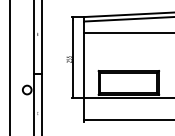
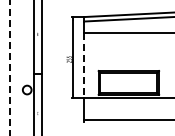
line at (84, 65): solid -> dashed
line at (9, 67): solid -> dashed
